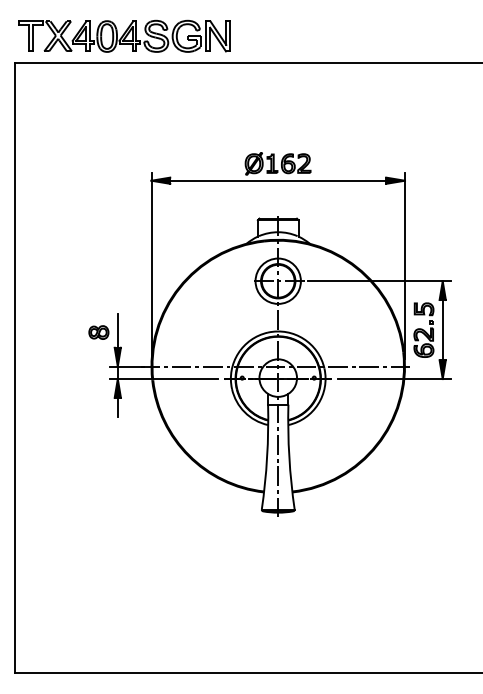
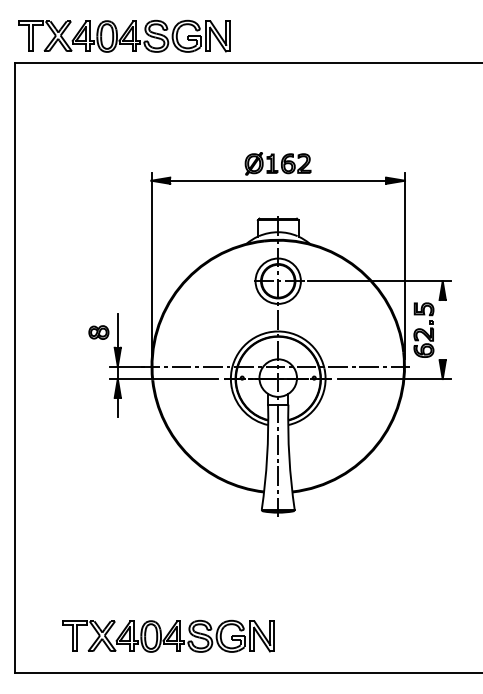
line at (442, 330): present -> none
part at (168, 635): none -> present
